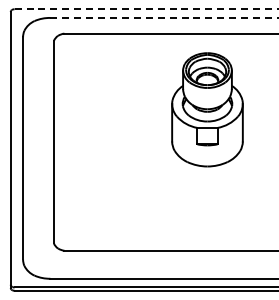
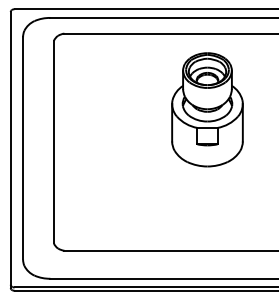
line at (146, 9): dashed -> solid
line at (165, 17): dashed -> solid
